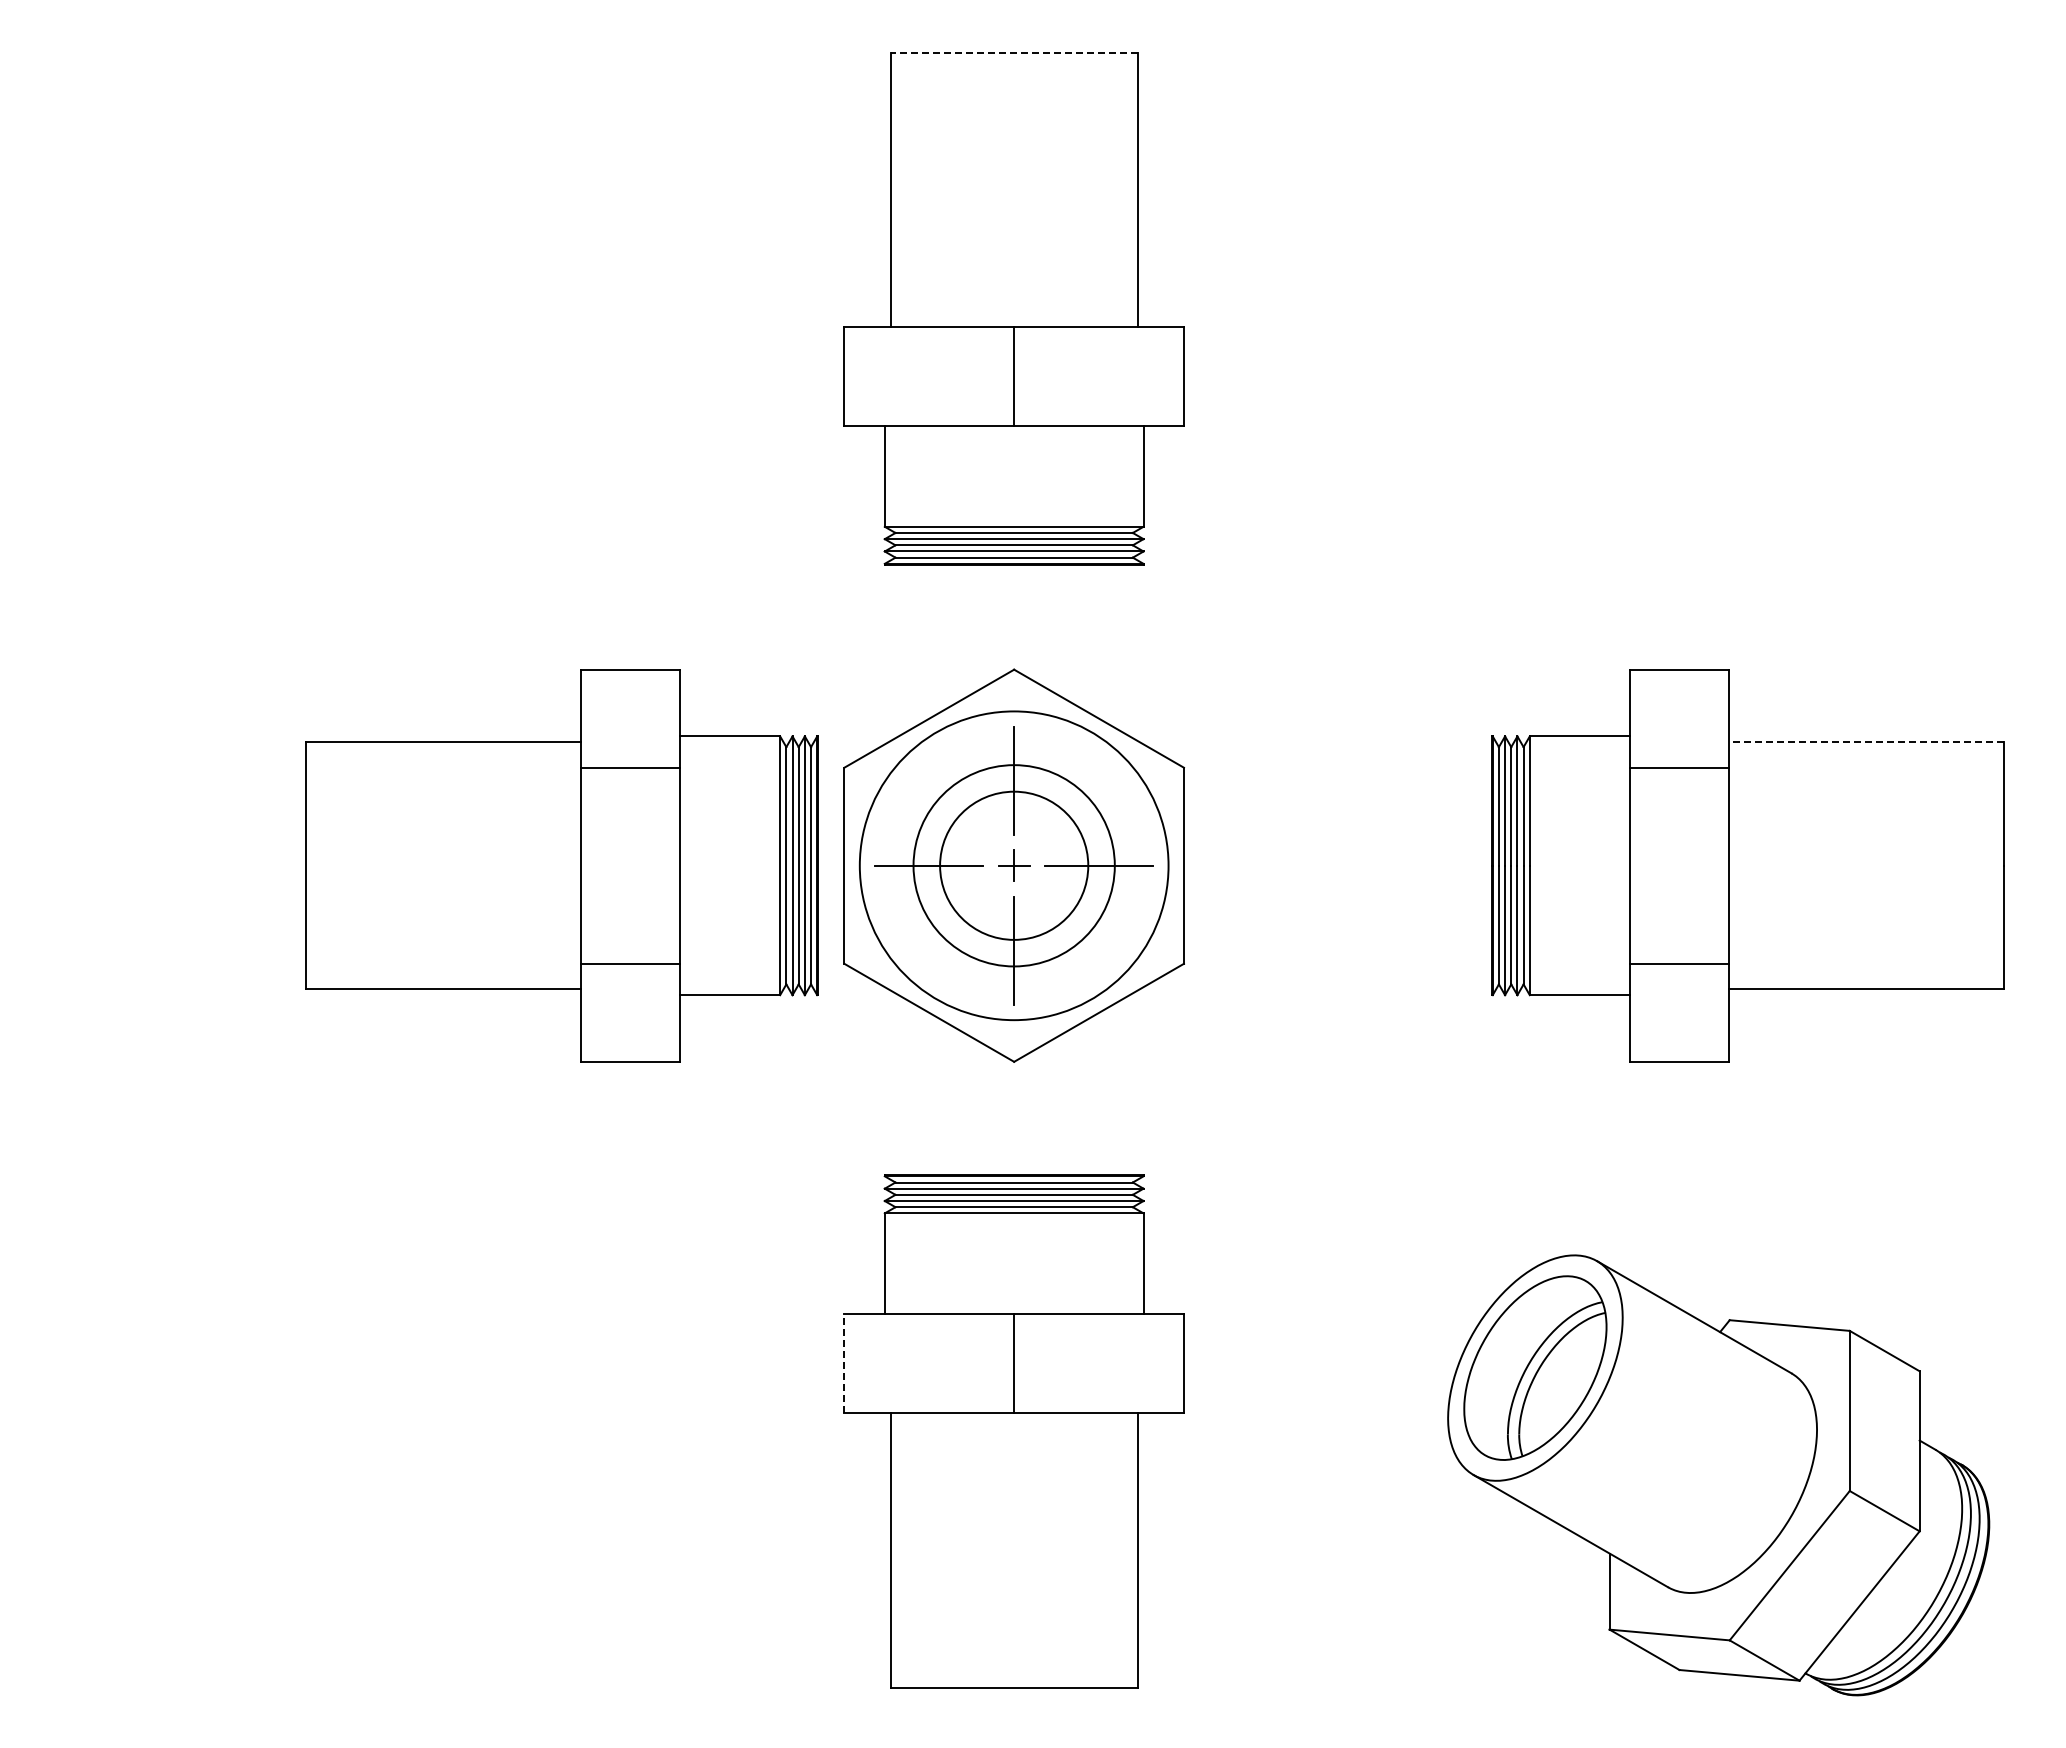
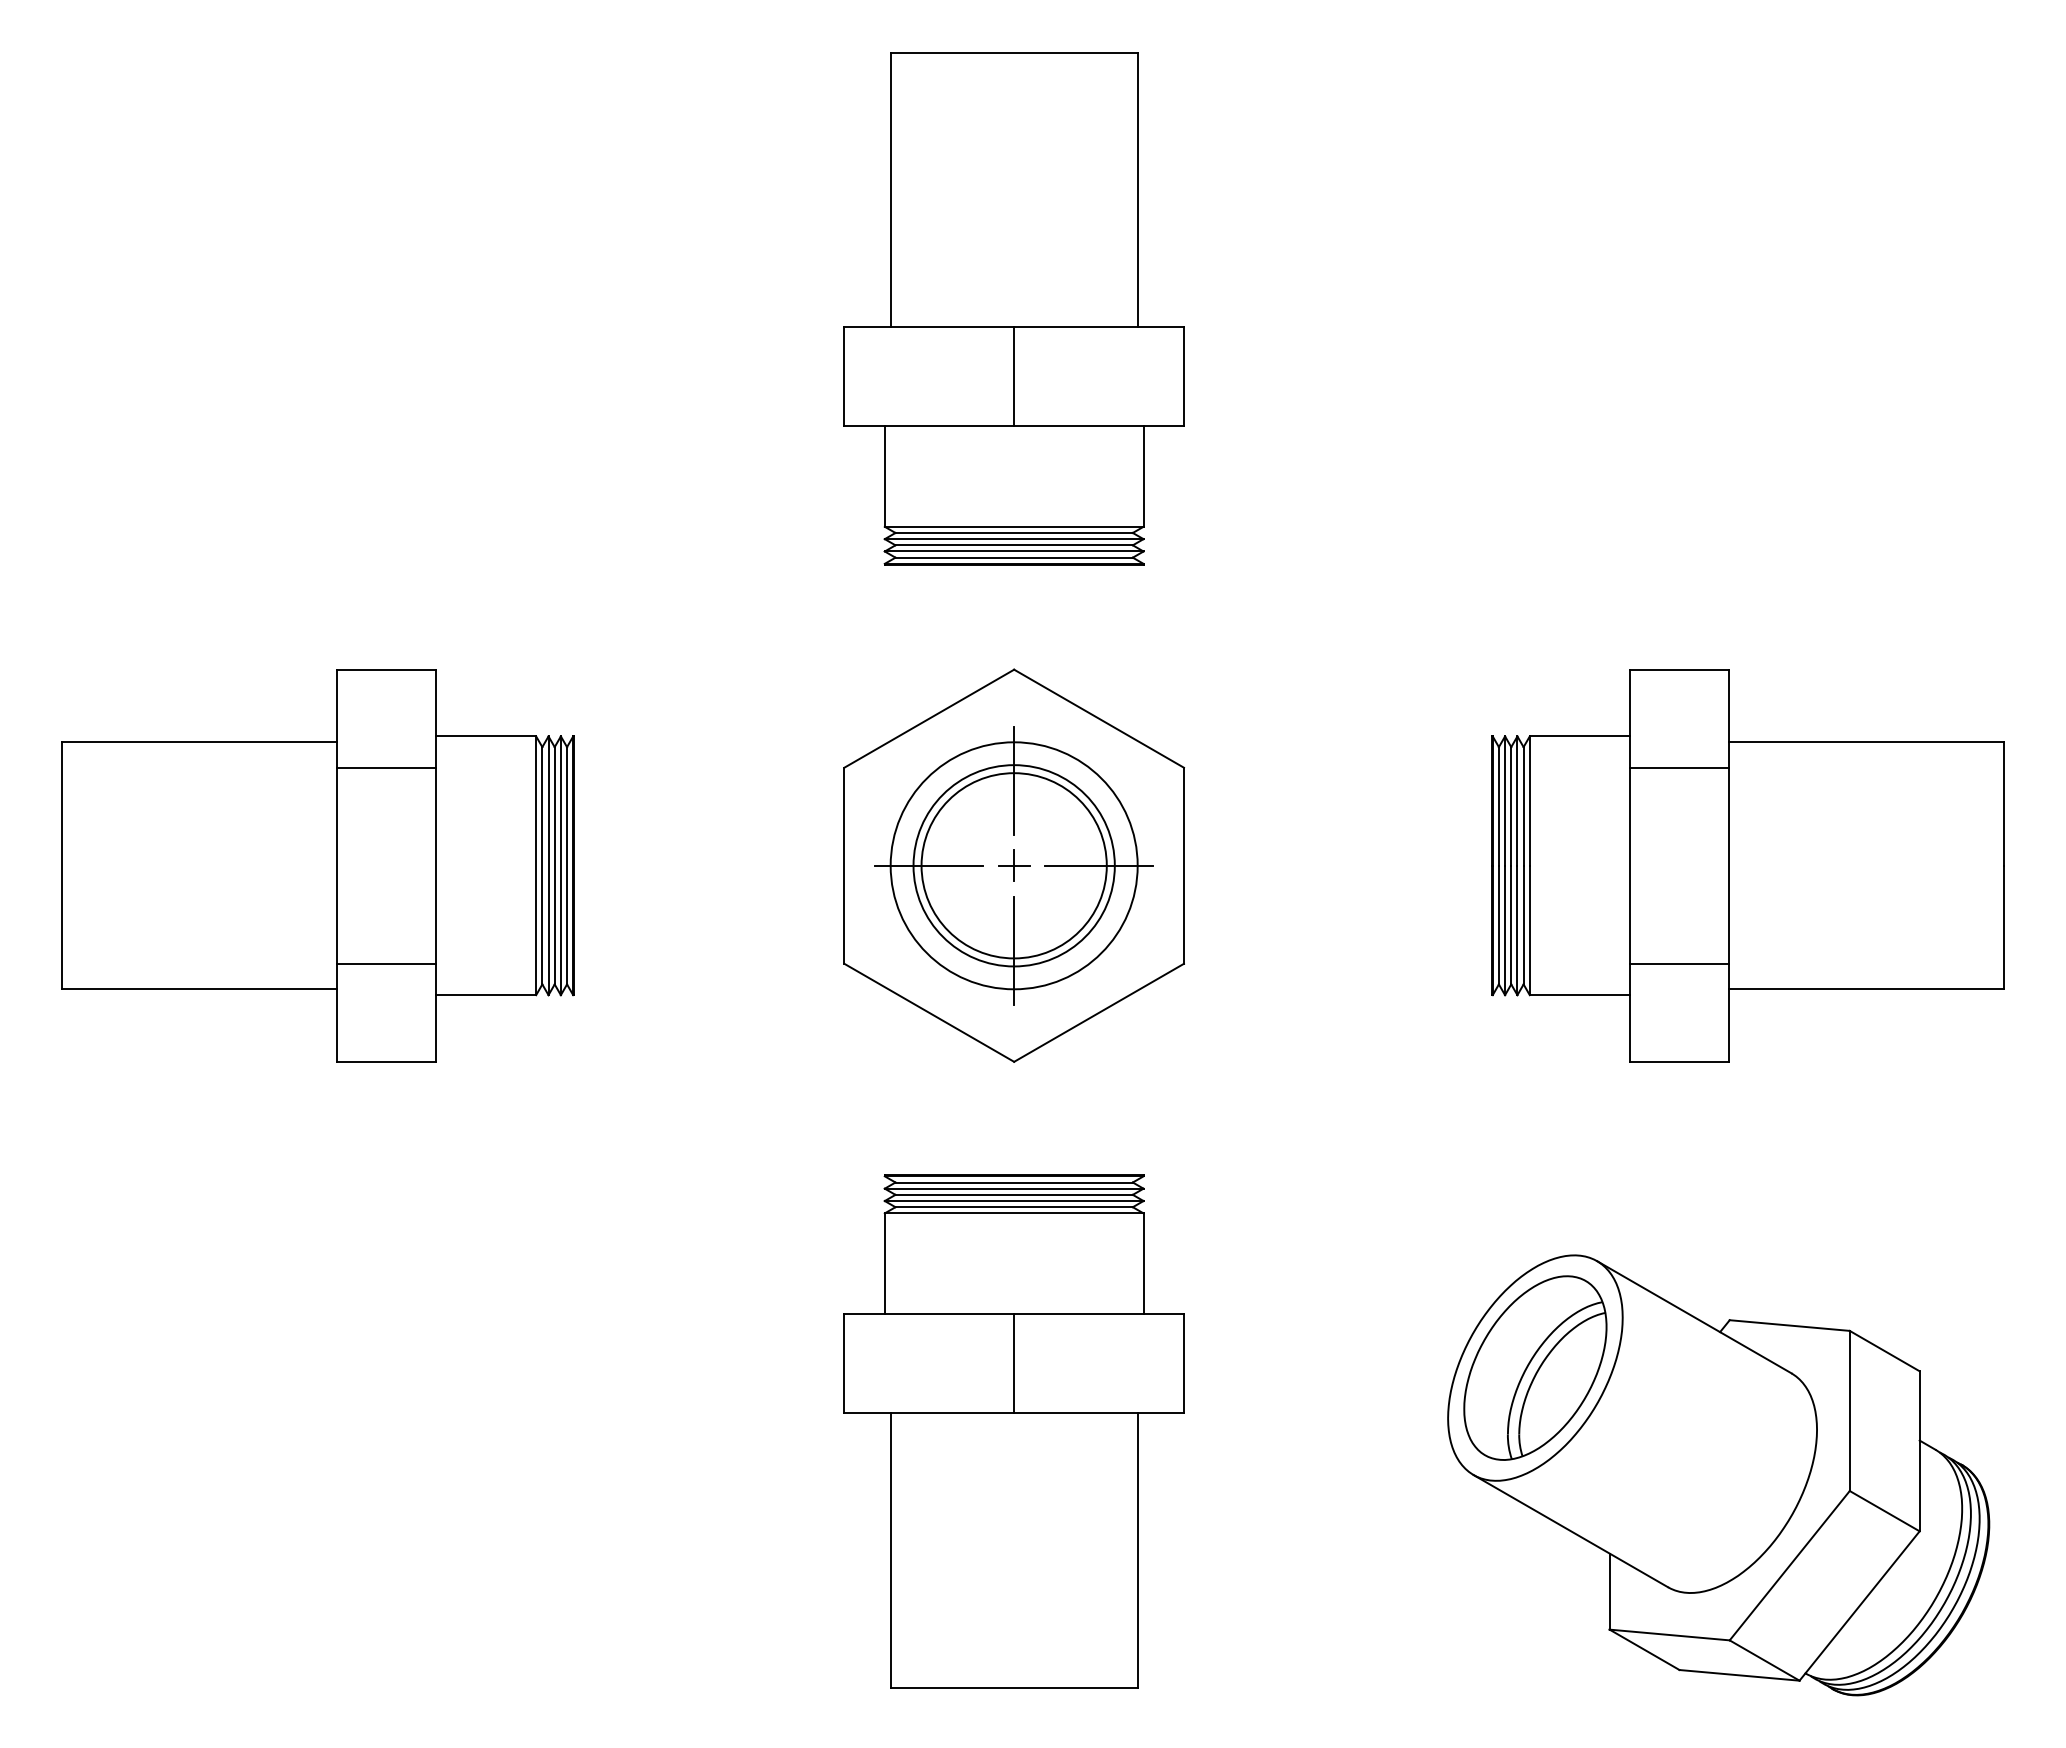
line at (1013, 52): dashed -> solid
line at (1866, 742): dashed -> solid
part at (561, 865) position: (561, 865) -> (317, 865)
circle at (1013, 865) diameter: 309 px -> 247 px
circle at (1014, 865) diameter: 148 px -> 185 px
line at (844, 1362): dashed -> solid
